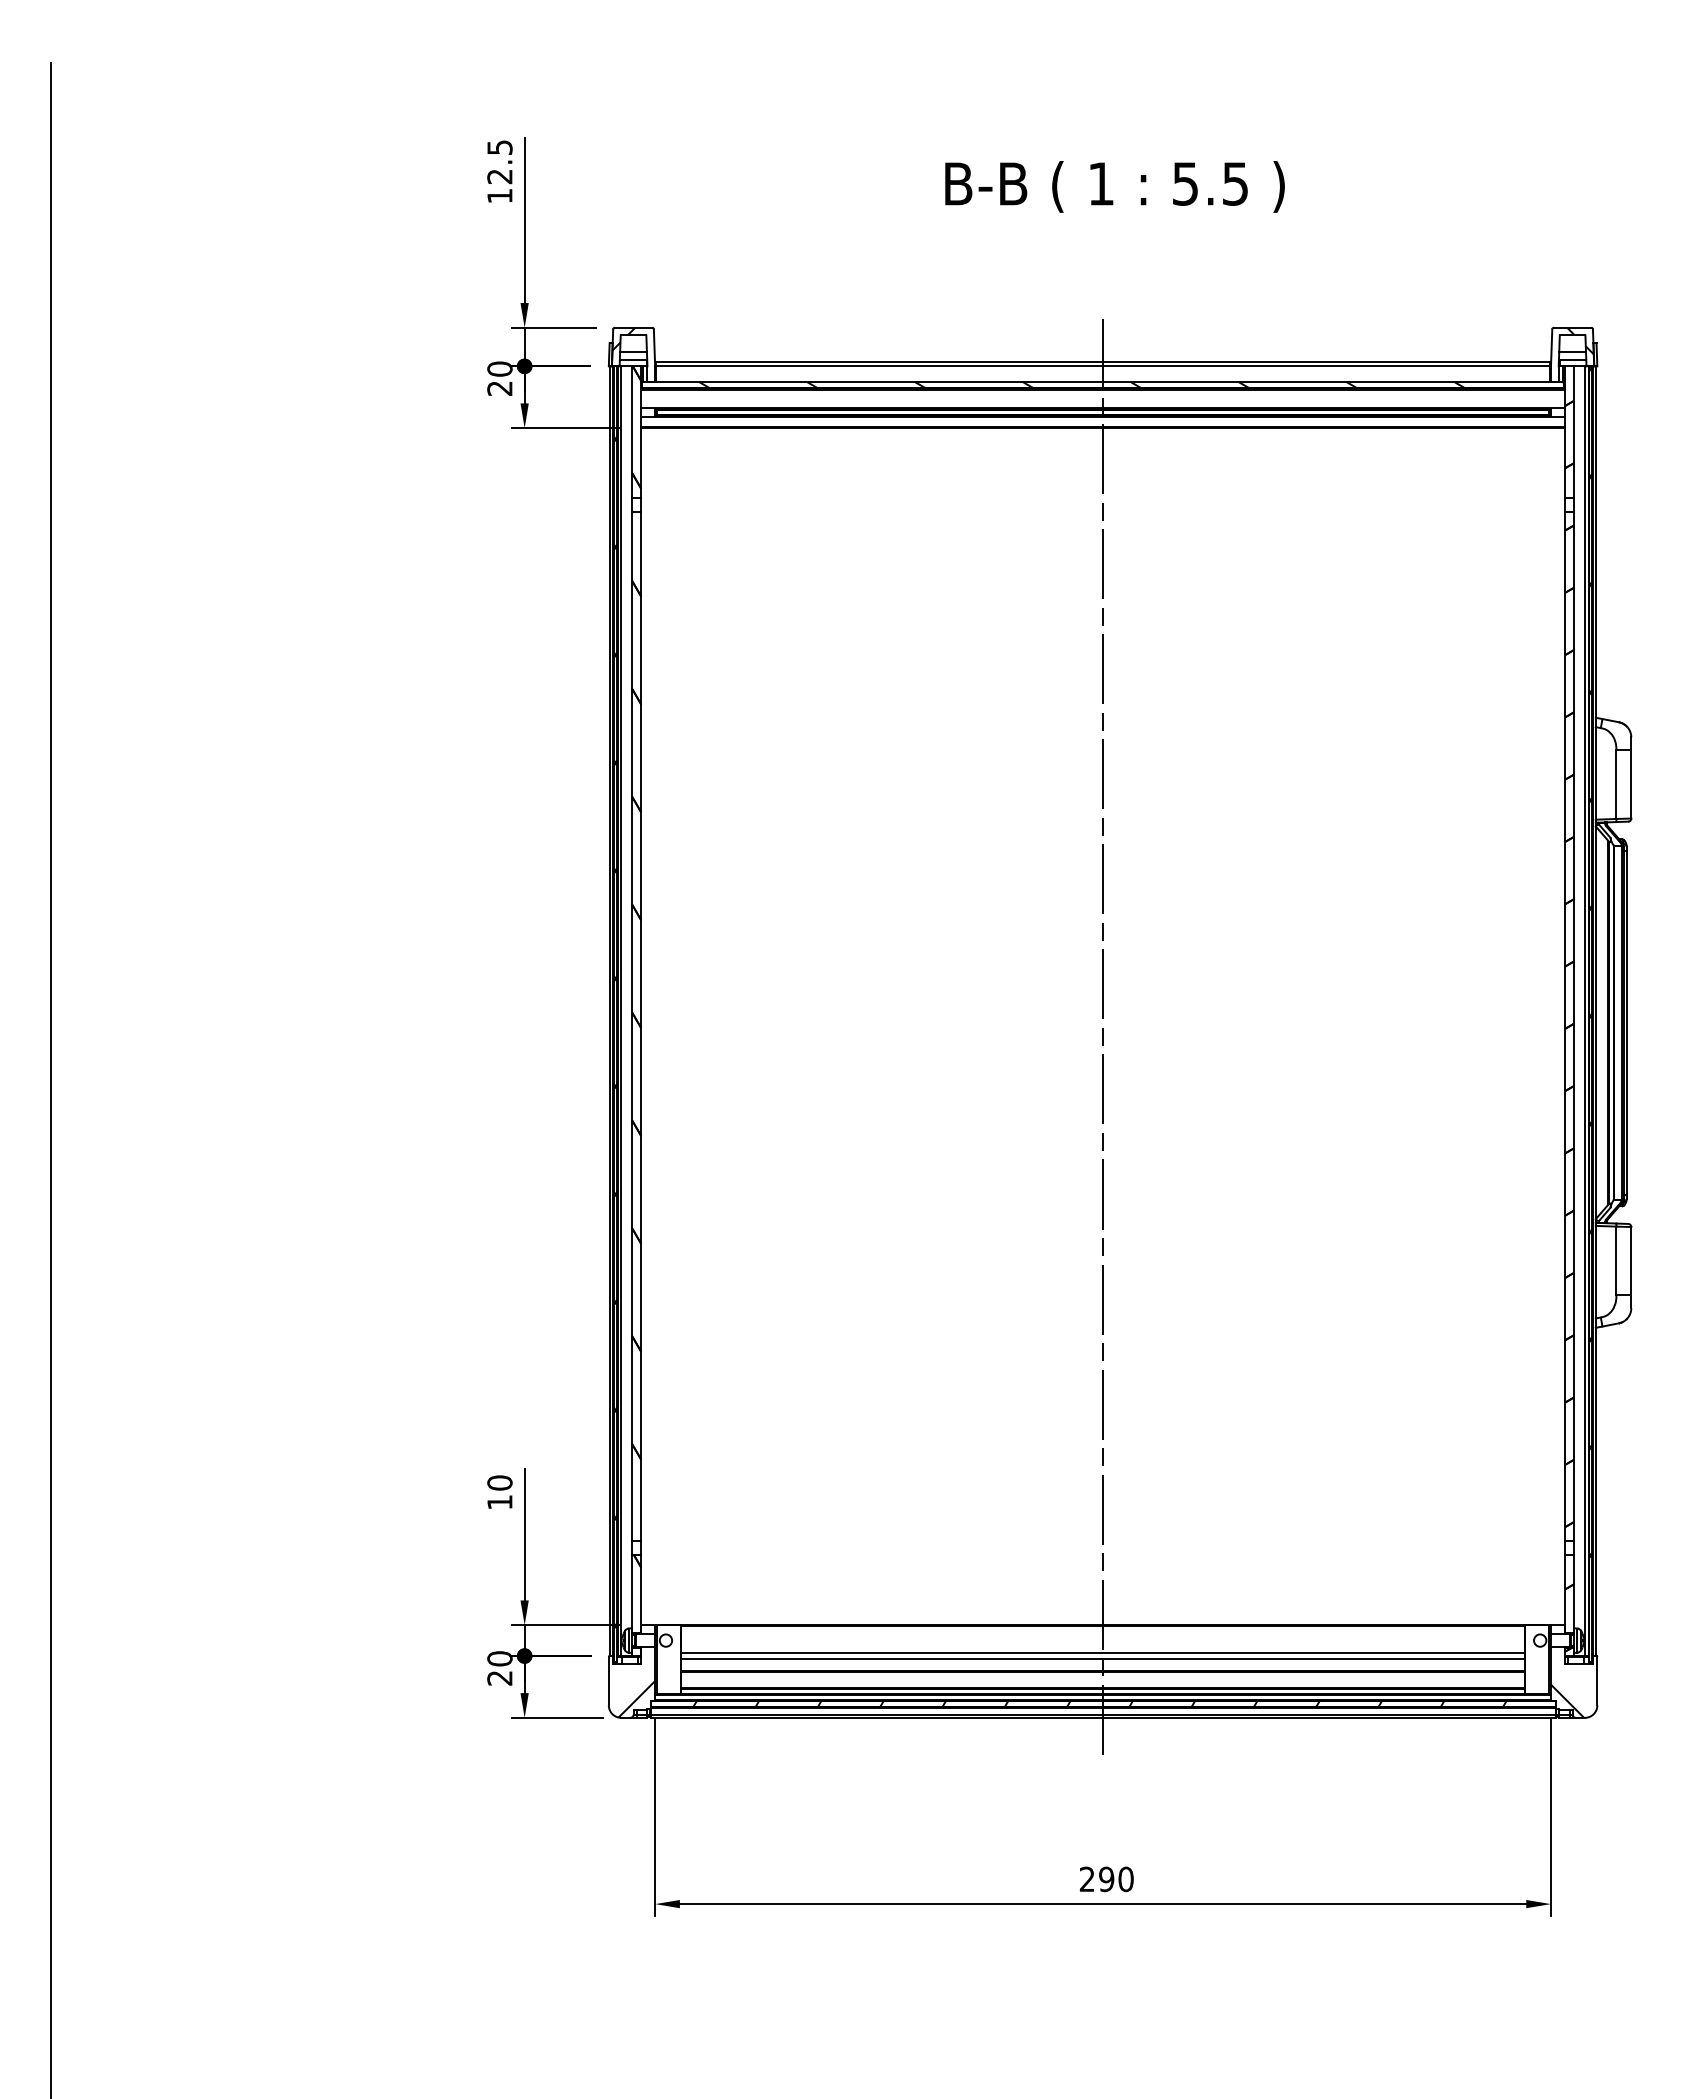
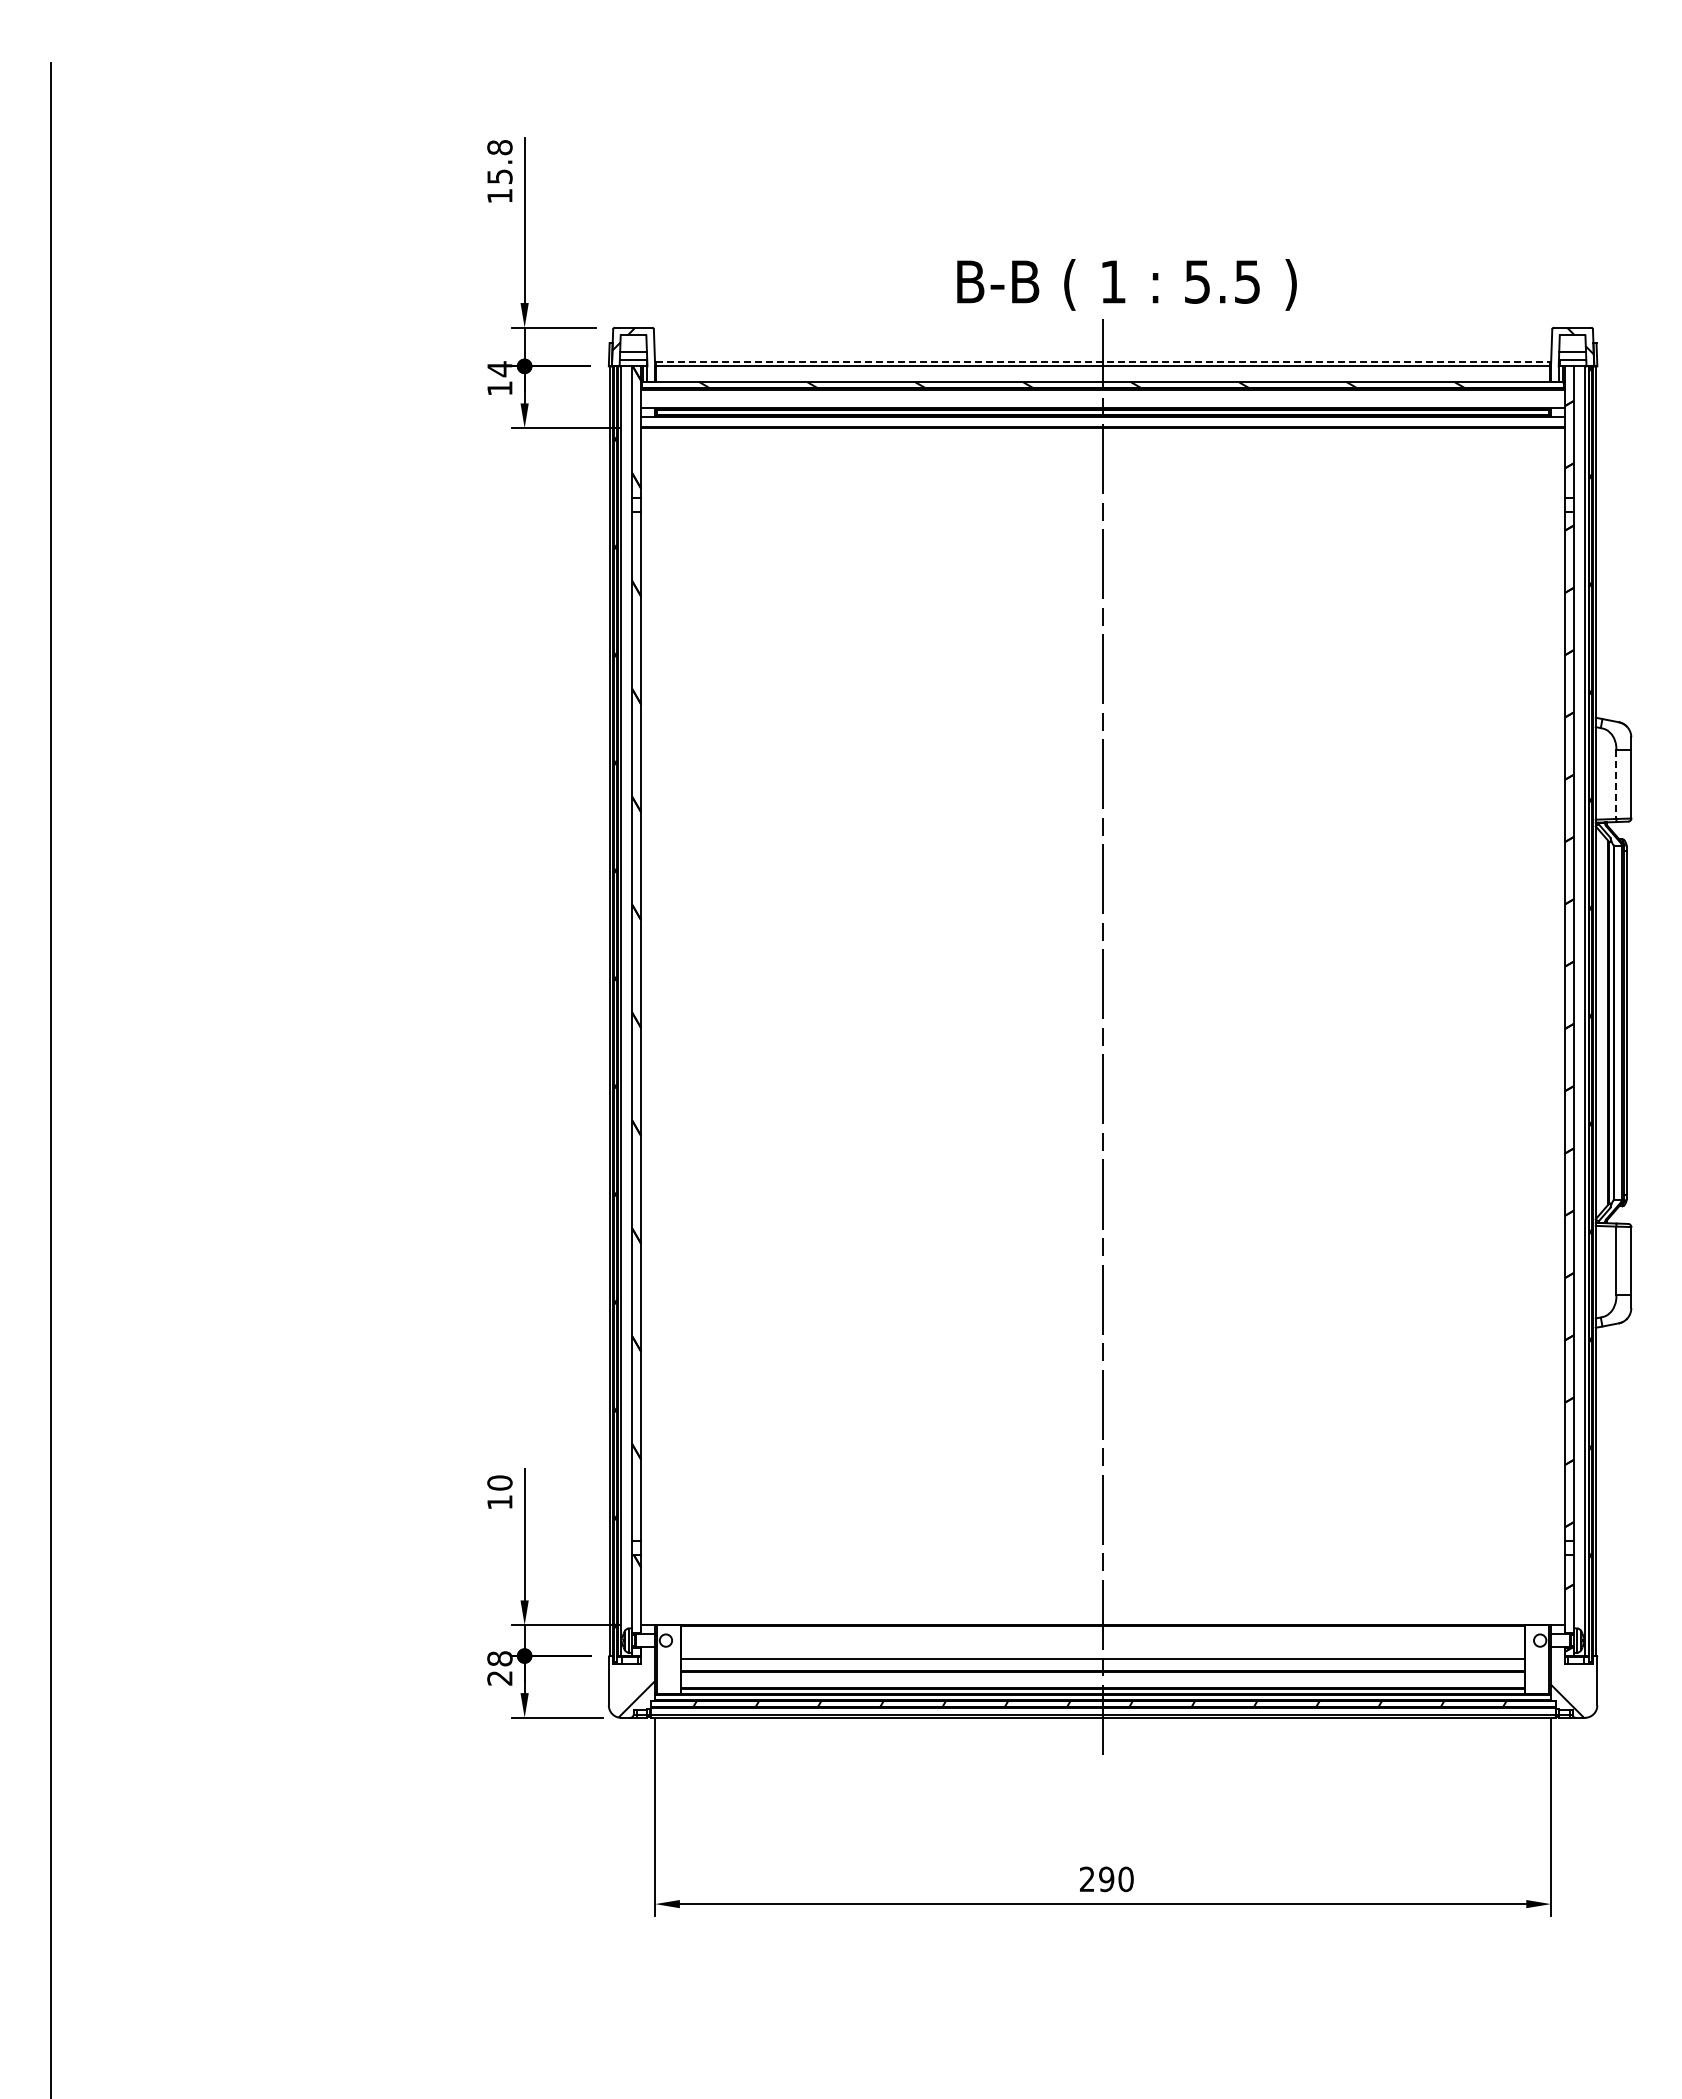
text at (499, 162): 12.5 -> 15.8
text at (1114, 186) position: (1114, 186) -> (1126, 284)
line at (1103, 361): solid -> dashed
text at (499, 378): 20 -> 14
line at (1616, 785): solid -> dashed
line at (1102, 1652): present -> none
text at (499, 1658): 20 -> 28
